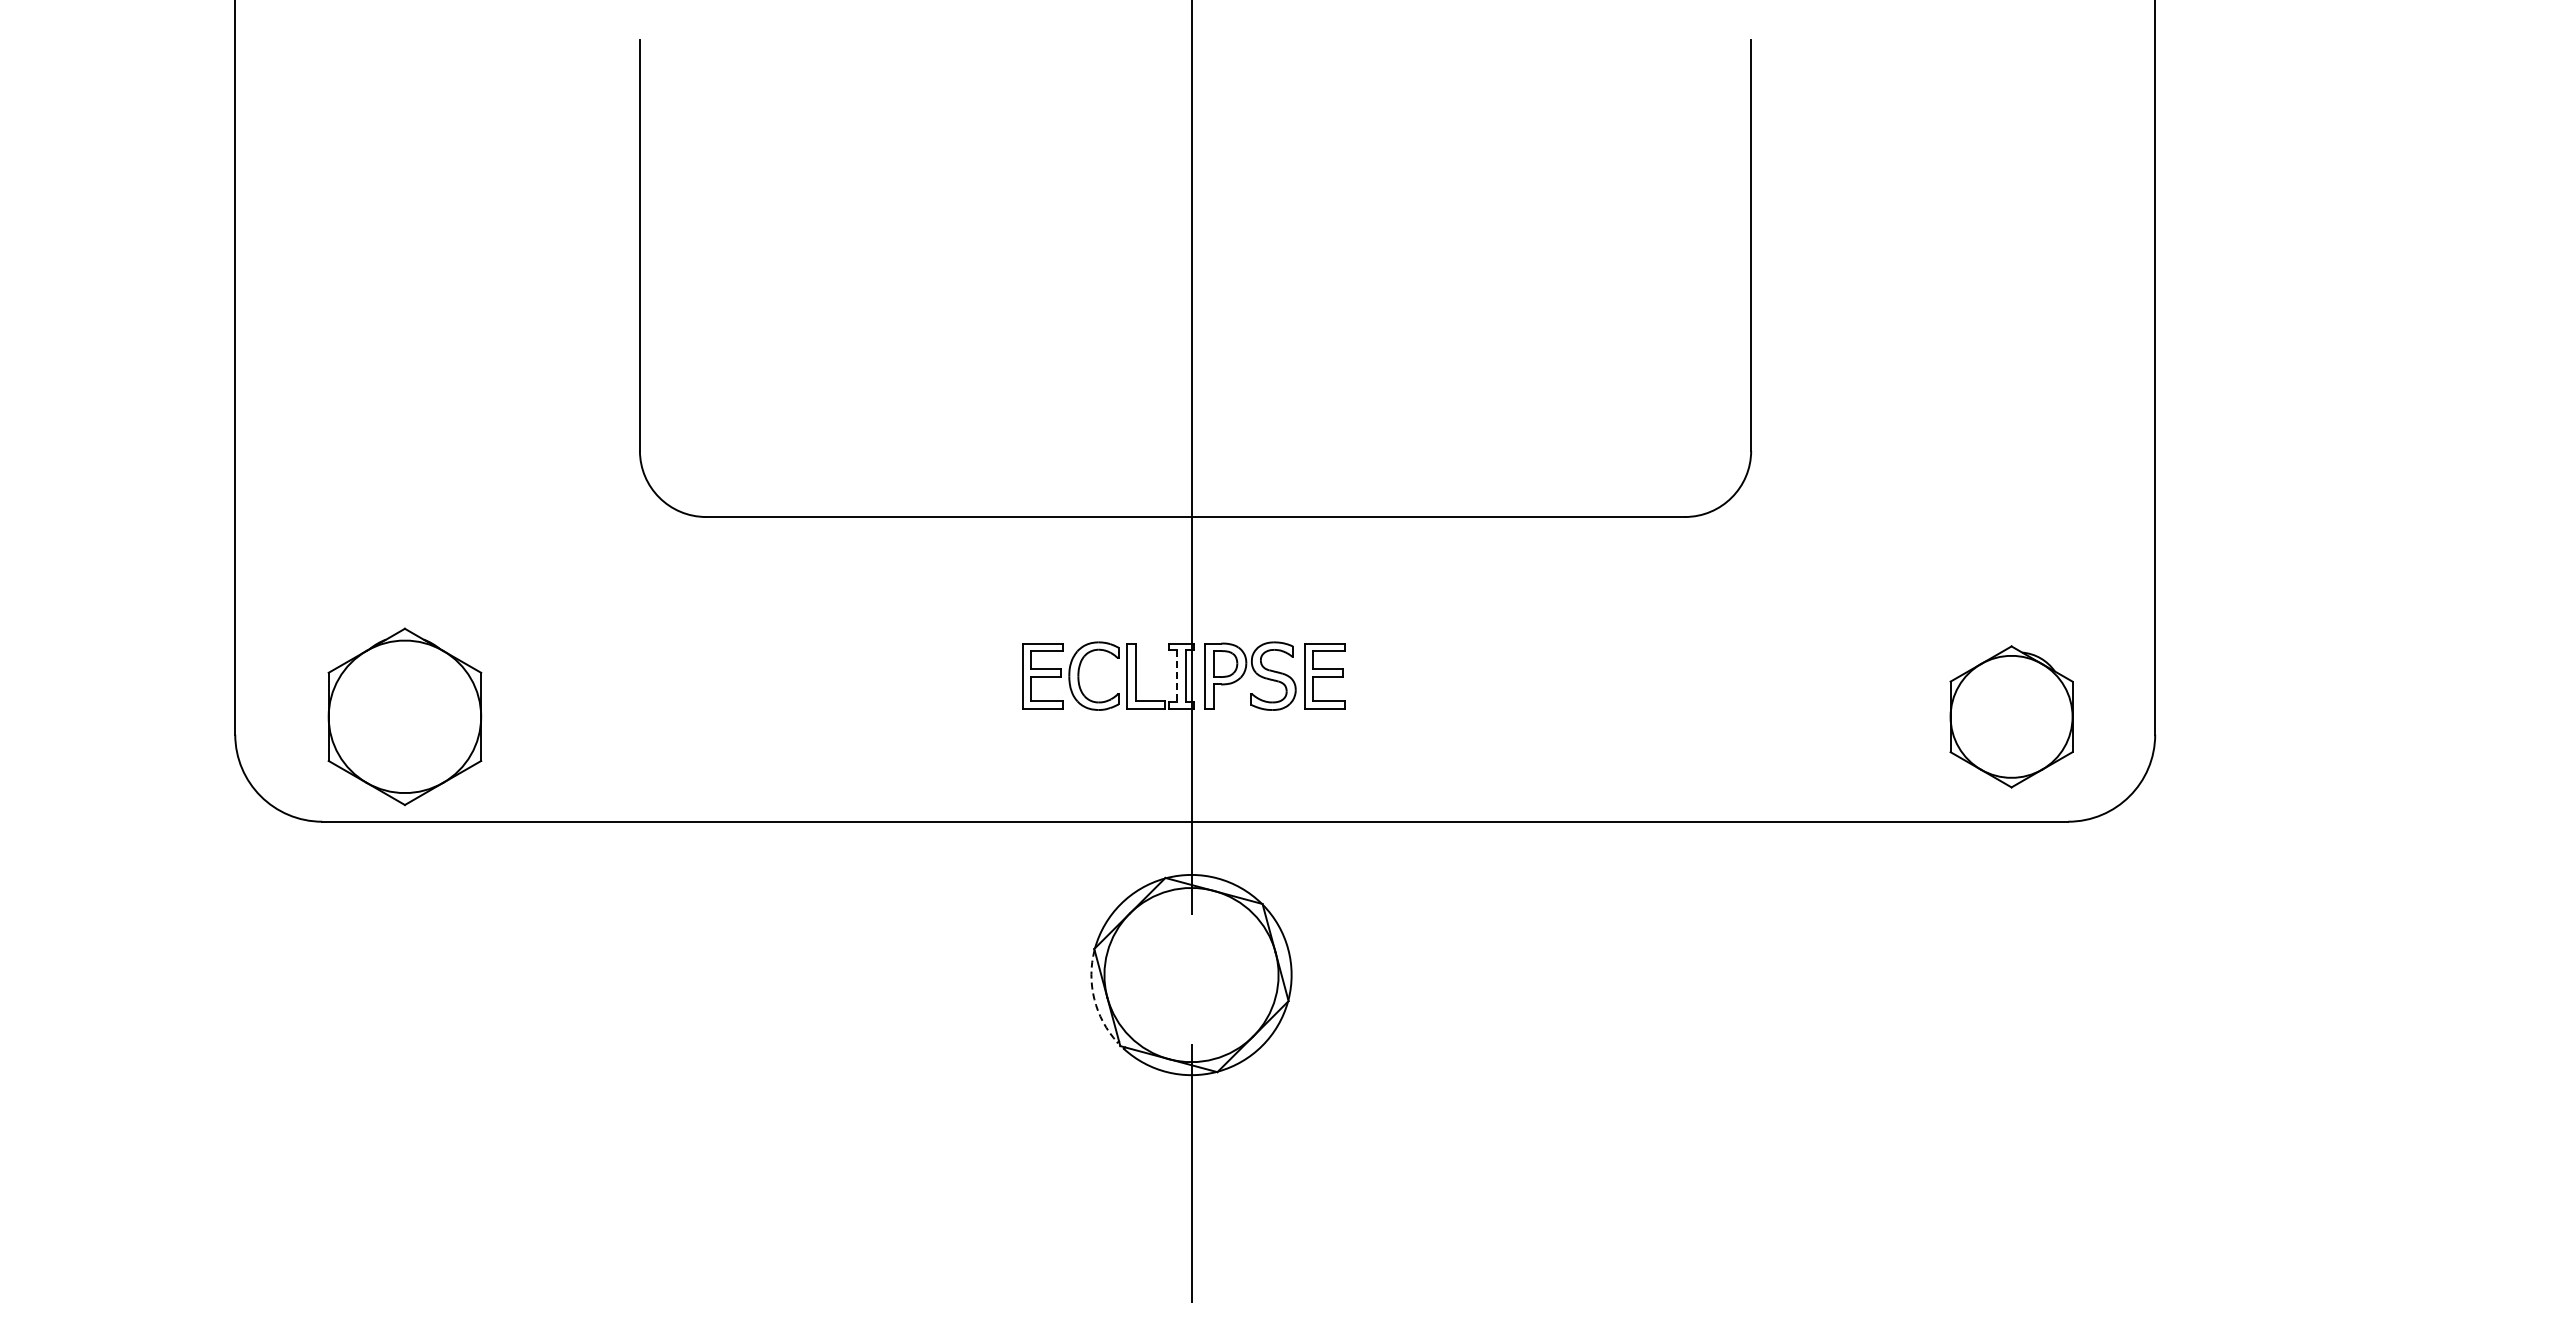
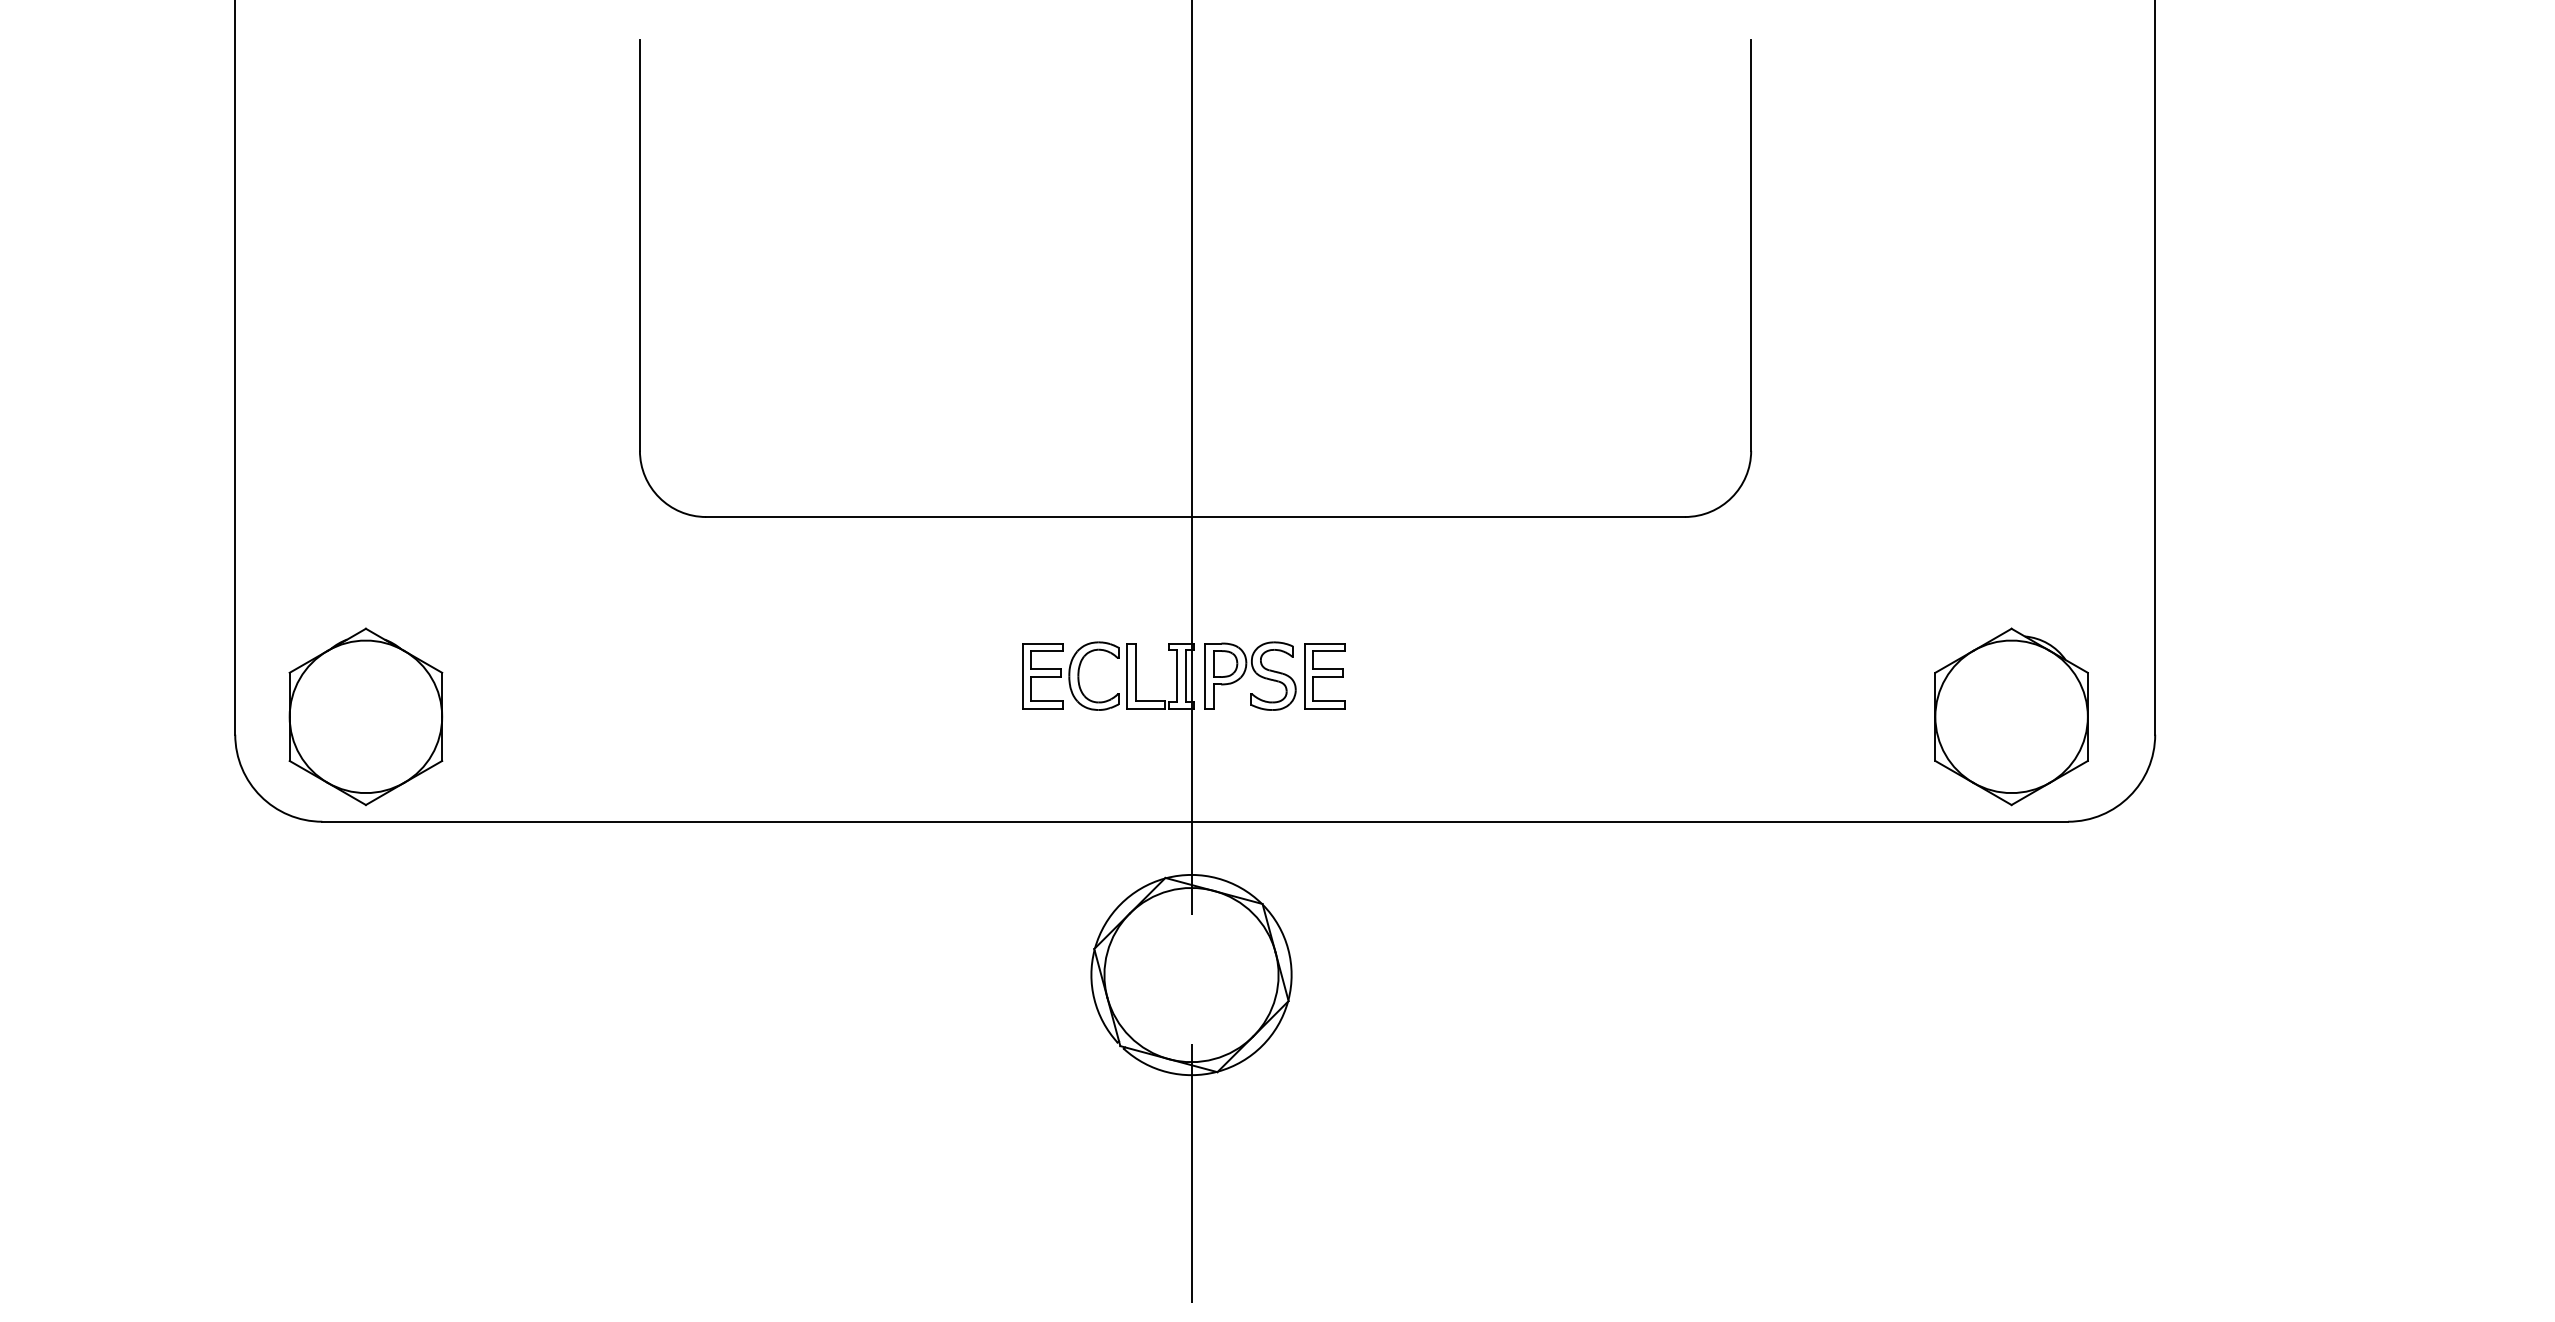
line at (1177, 676): dashed -> solid
part at (404, 716) position: (404, 716) -> (365, 716)
part at (2011, 716) size: 125x144 px -> 155x180 px
arc at (1094, 999): dashed -> solid
